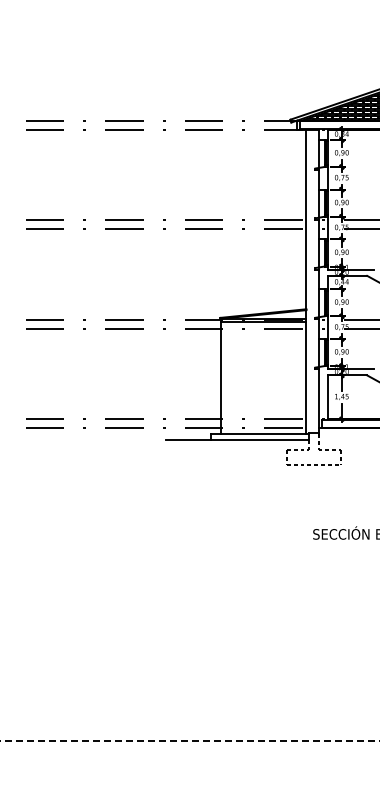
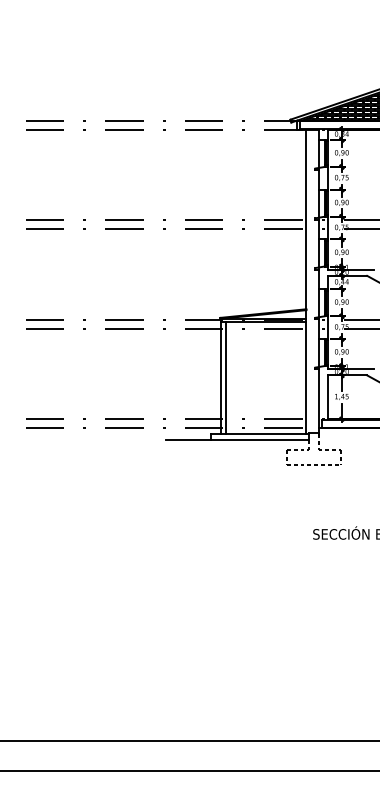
line at (225, 377): none -> present
line at (189, 740): dashed -> solid
line at (189, 771): none -> present
